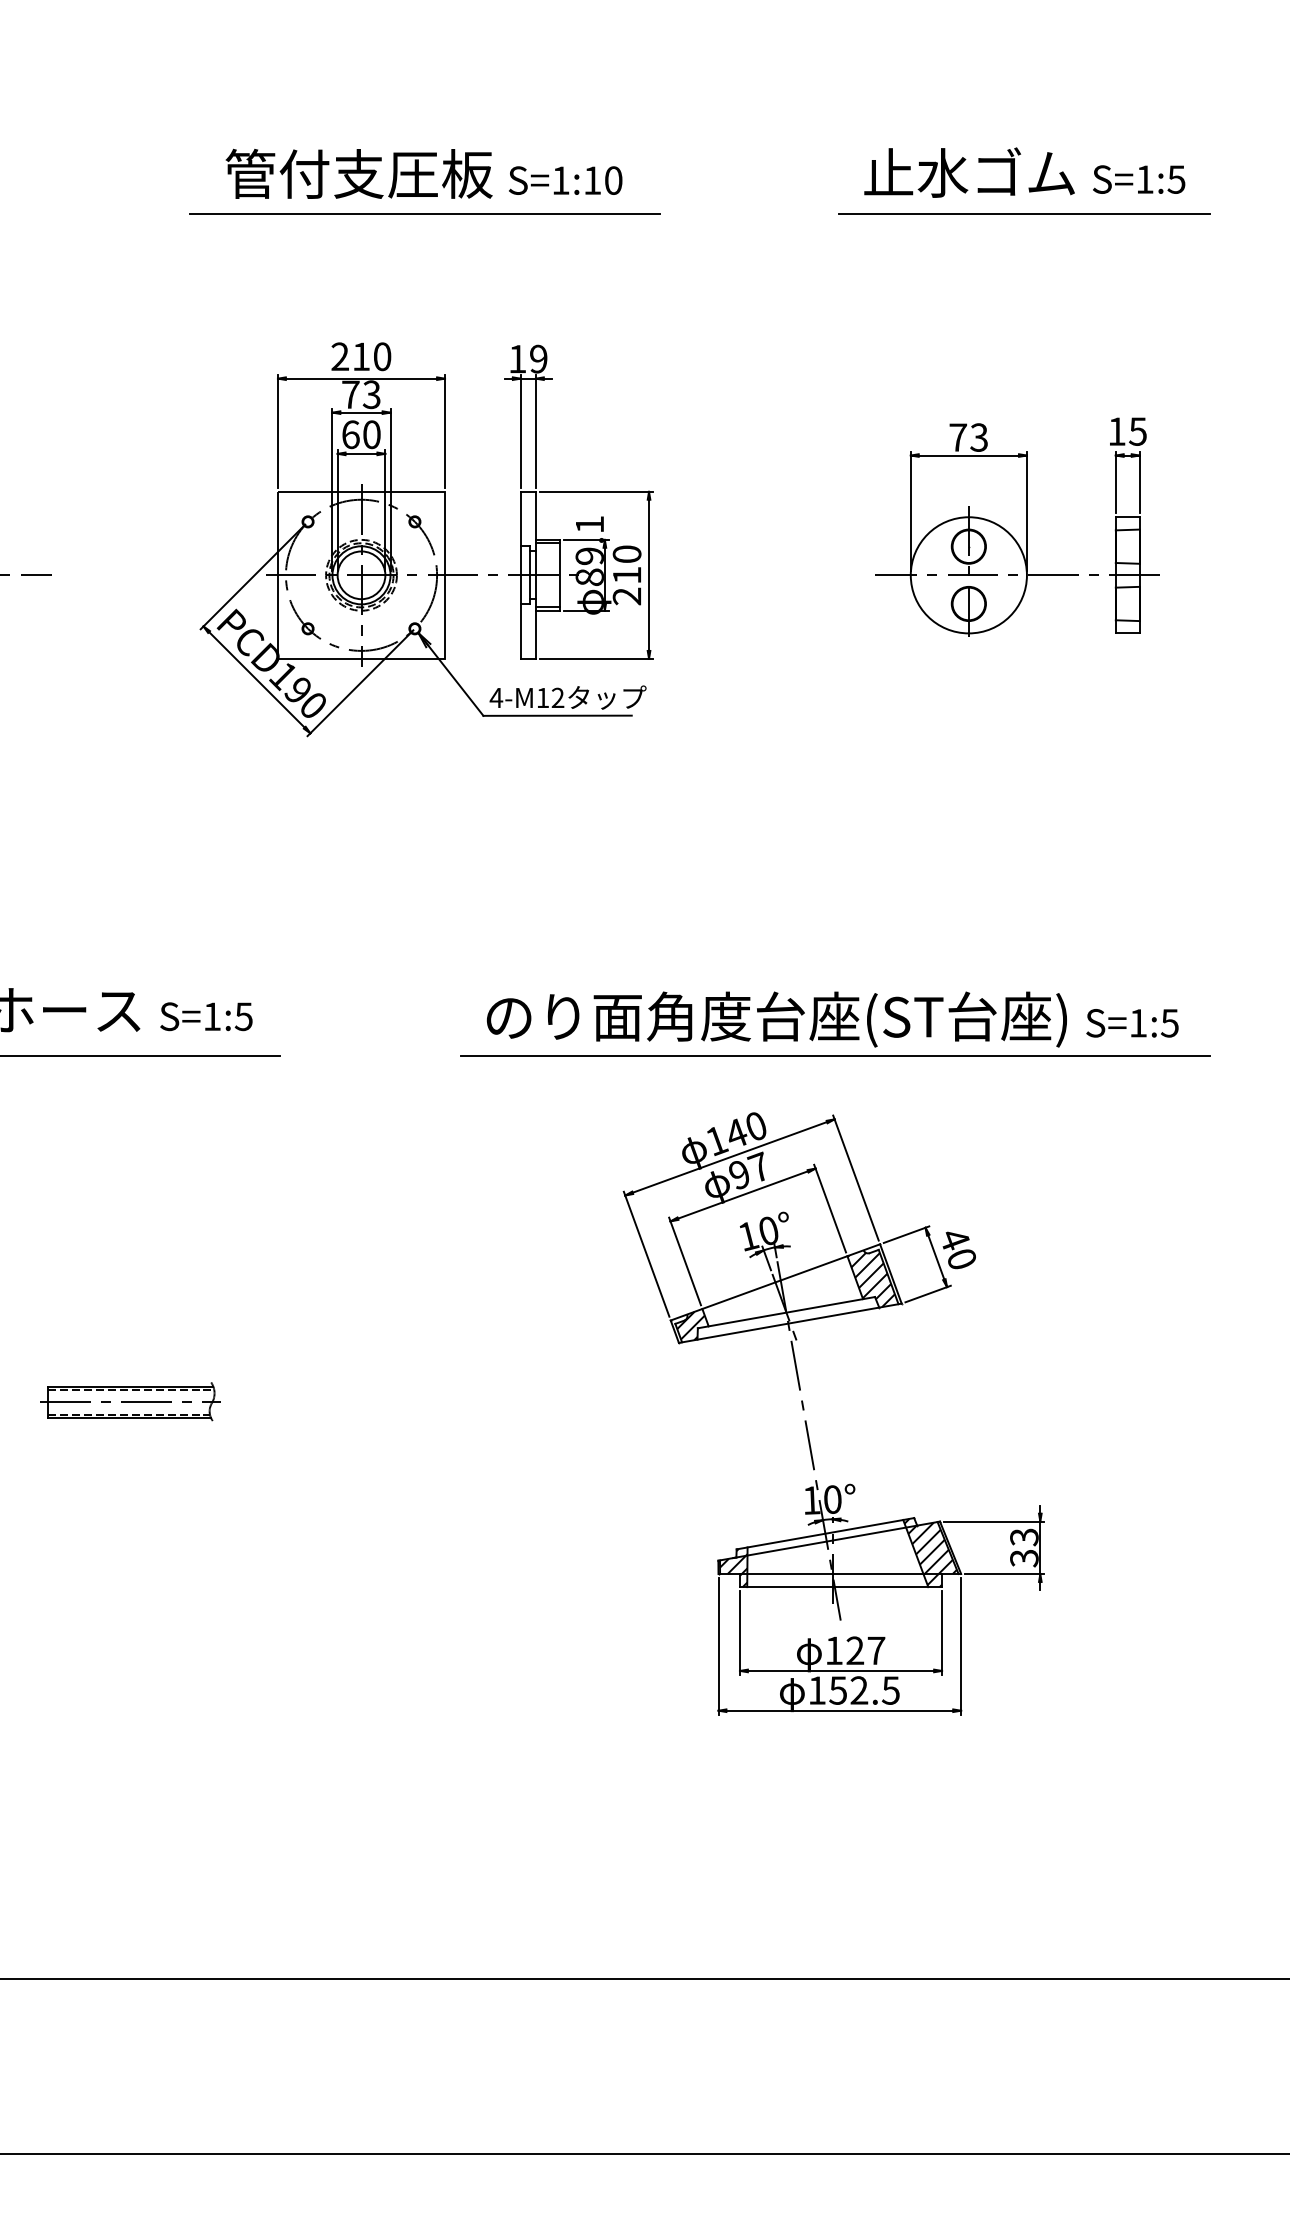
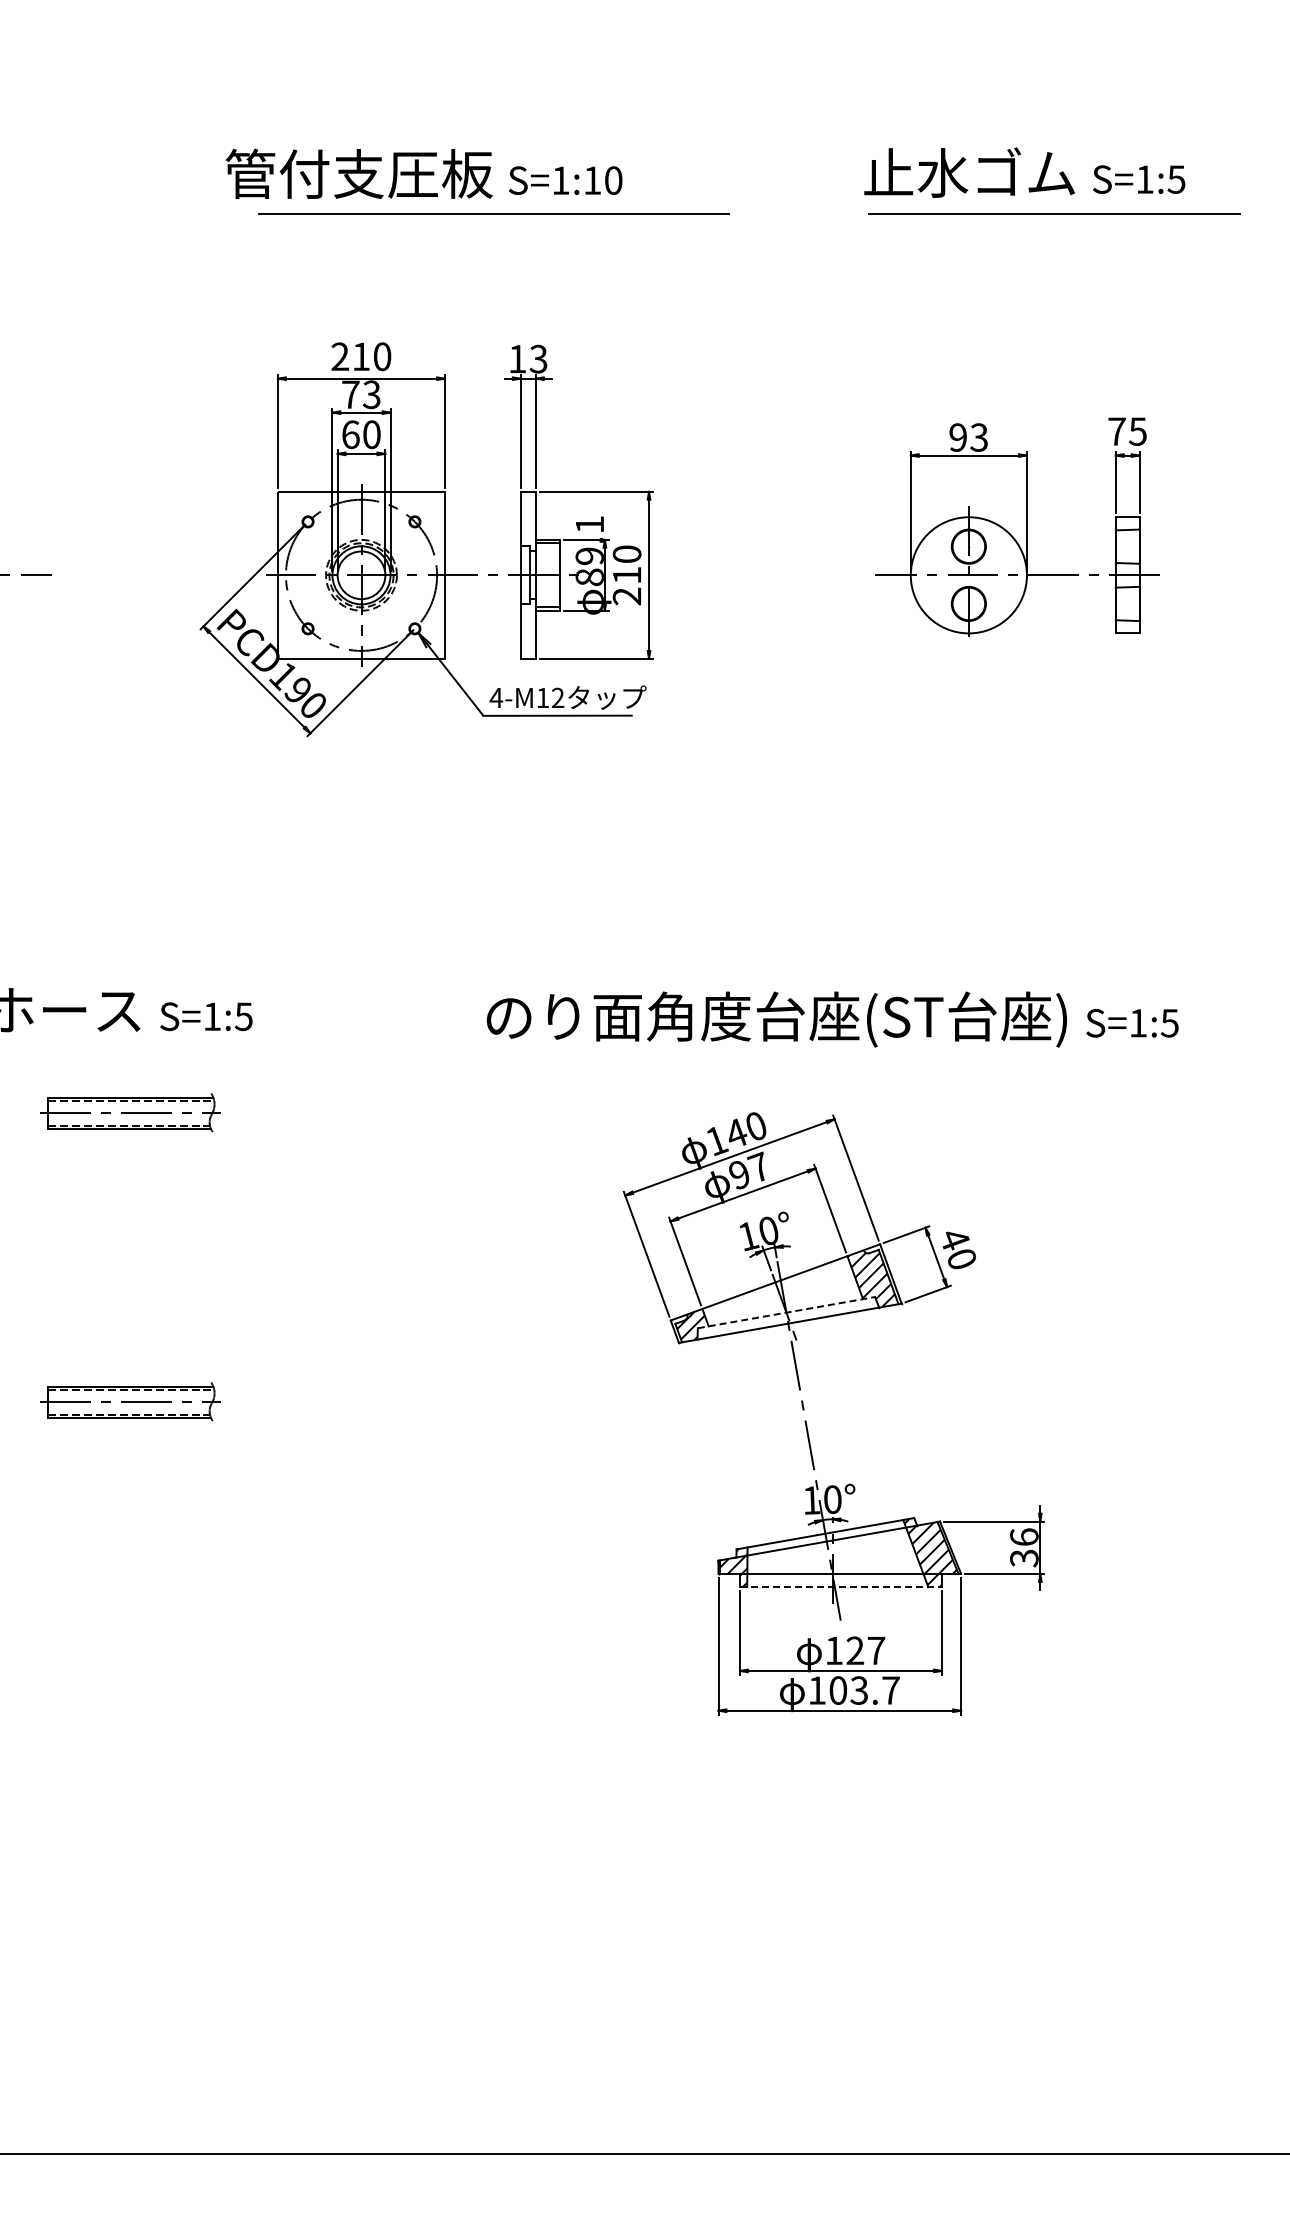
line at (424, 213) position: (424, 213) -> (493, 213)
line at (1024, 213) position: (1024, 213) -> (1054, 213)
text at (538, 359): 19 -> 13
text at (1116, 431): 15 -> 75
text at (958, 437): 73 -> 93
line at (140, 1056): present -> none
line at (834, 1056): present -> none
part at (130, 1112): none -> present
line at (786, 1312): solid -> dashed
text at (1024, 1537): 33 -> 36
line at (841, 1587): solid -> dashed
text at (864, 1690): 152.5 -> 103.7
line at (644, 1979): present -> none
